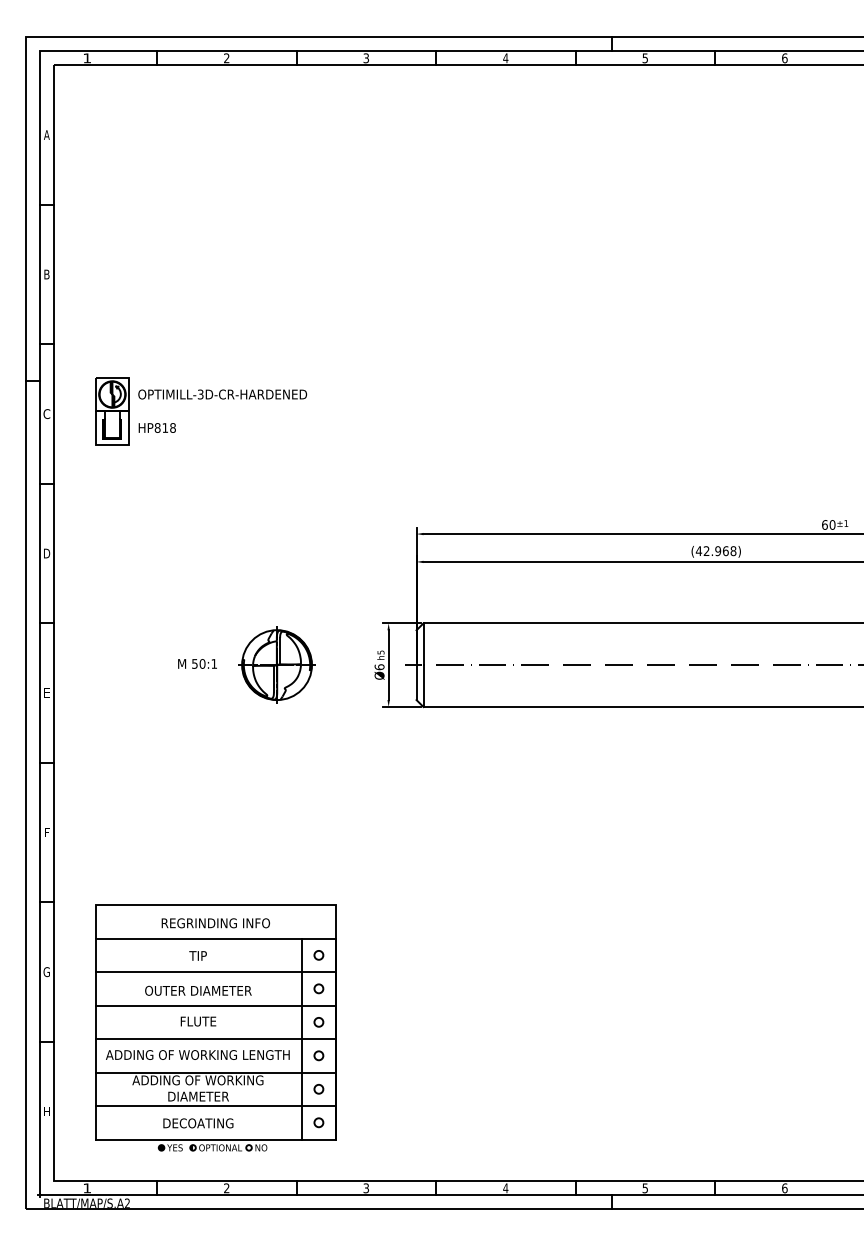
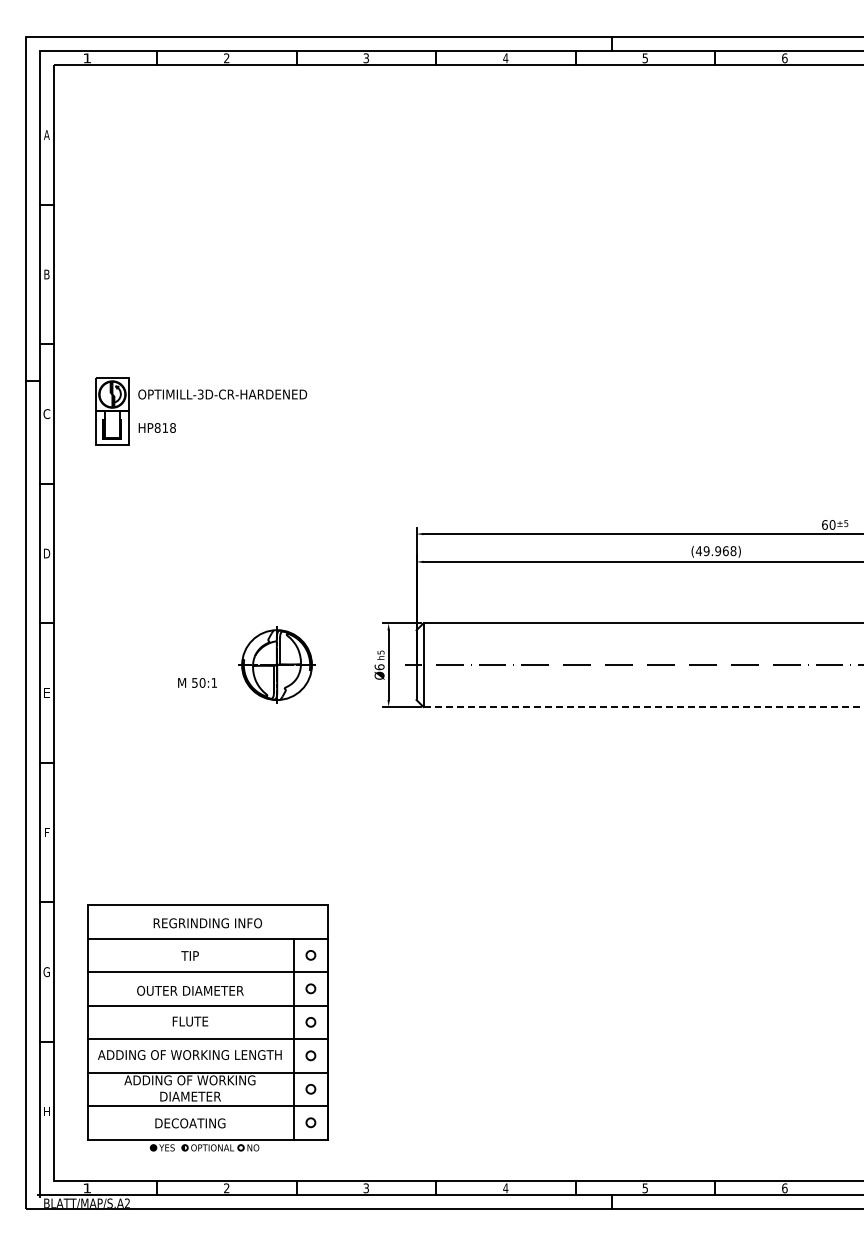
text at (846, 523): ±1 -> ±5
text at (706, 551): (42.968) -> (49.968)
text at (197, 663) position: (197, 663) -> (197, 682)
line at (643, 707): solid -> dashed
part at (215, 1027) position: (215, 1027) -> (207, 1027)
